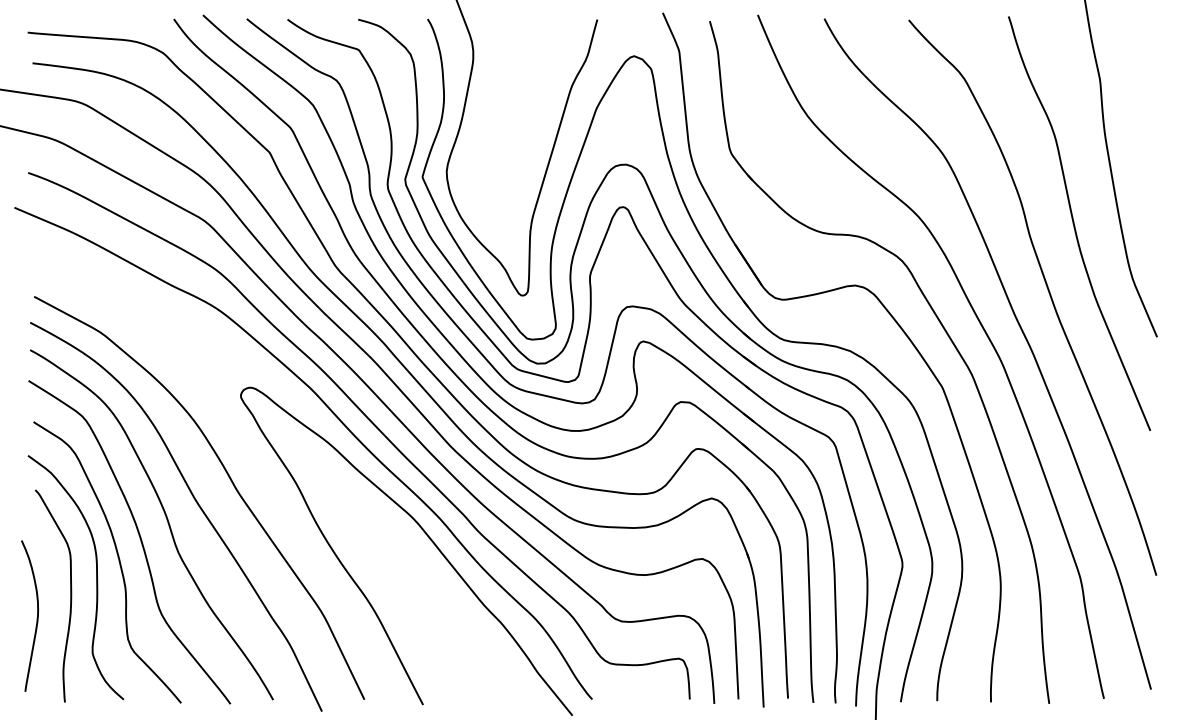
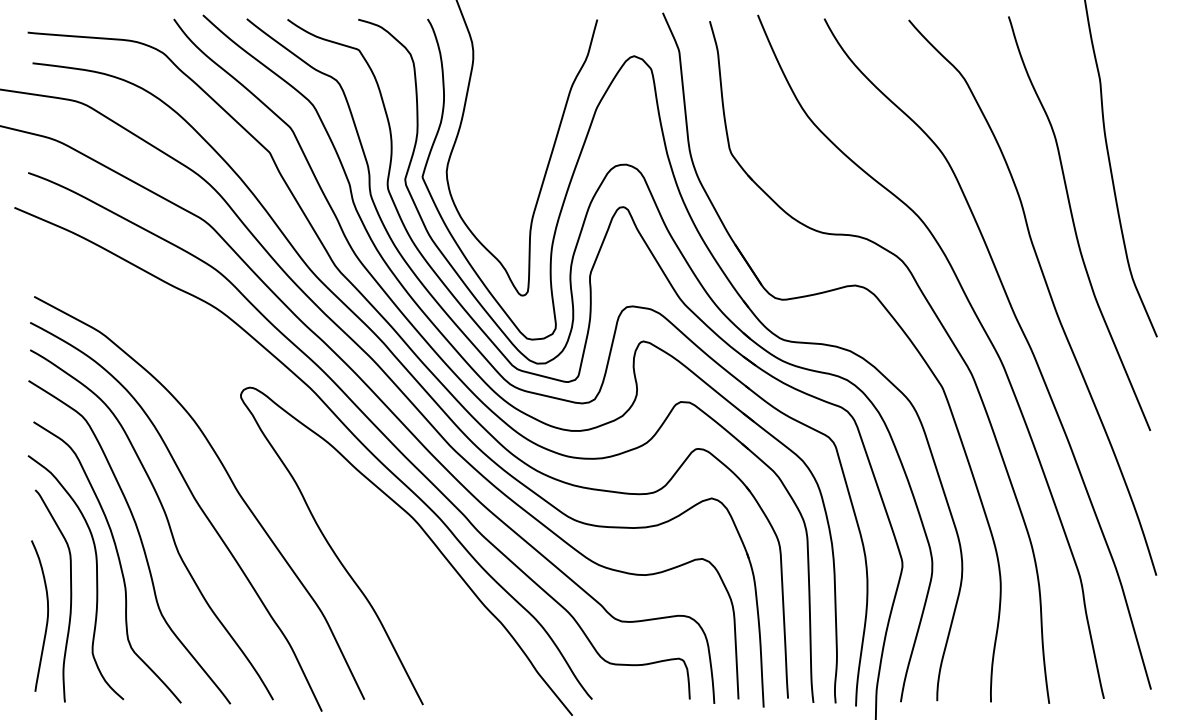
curve at (36, 617) position: (36, 617) -> (46, 617)
